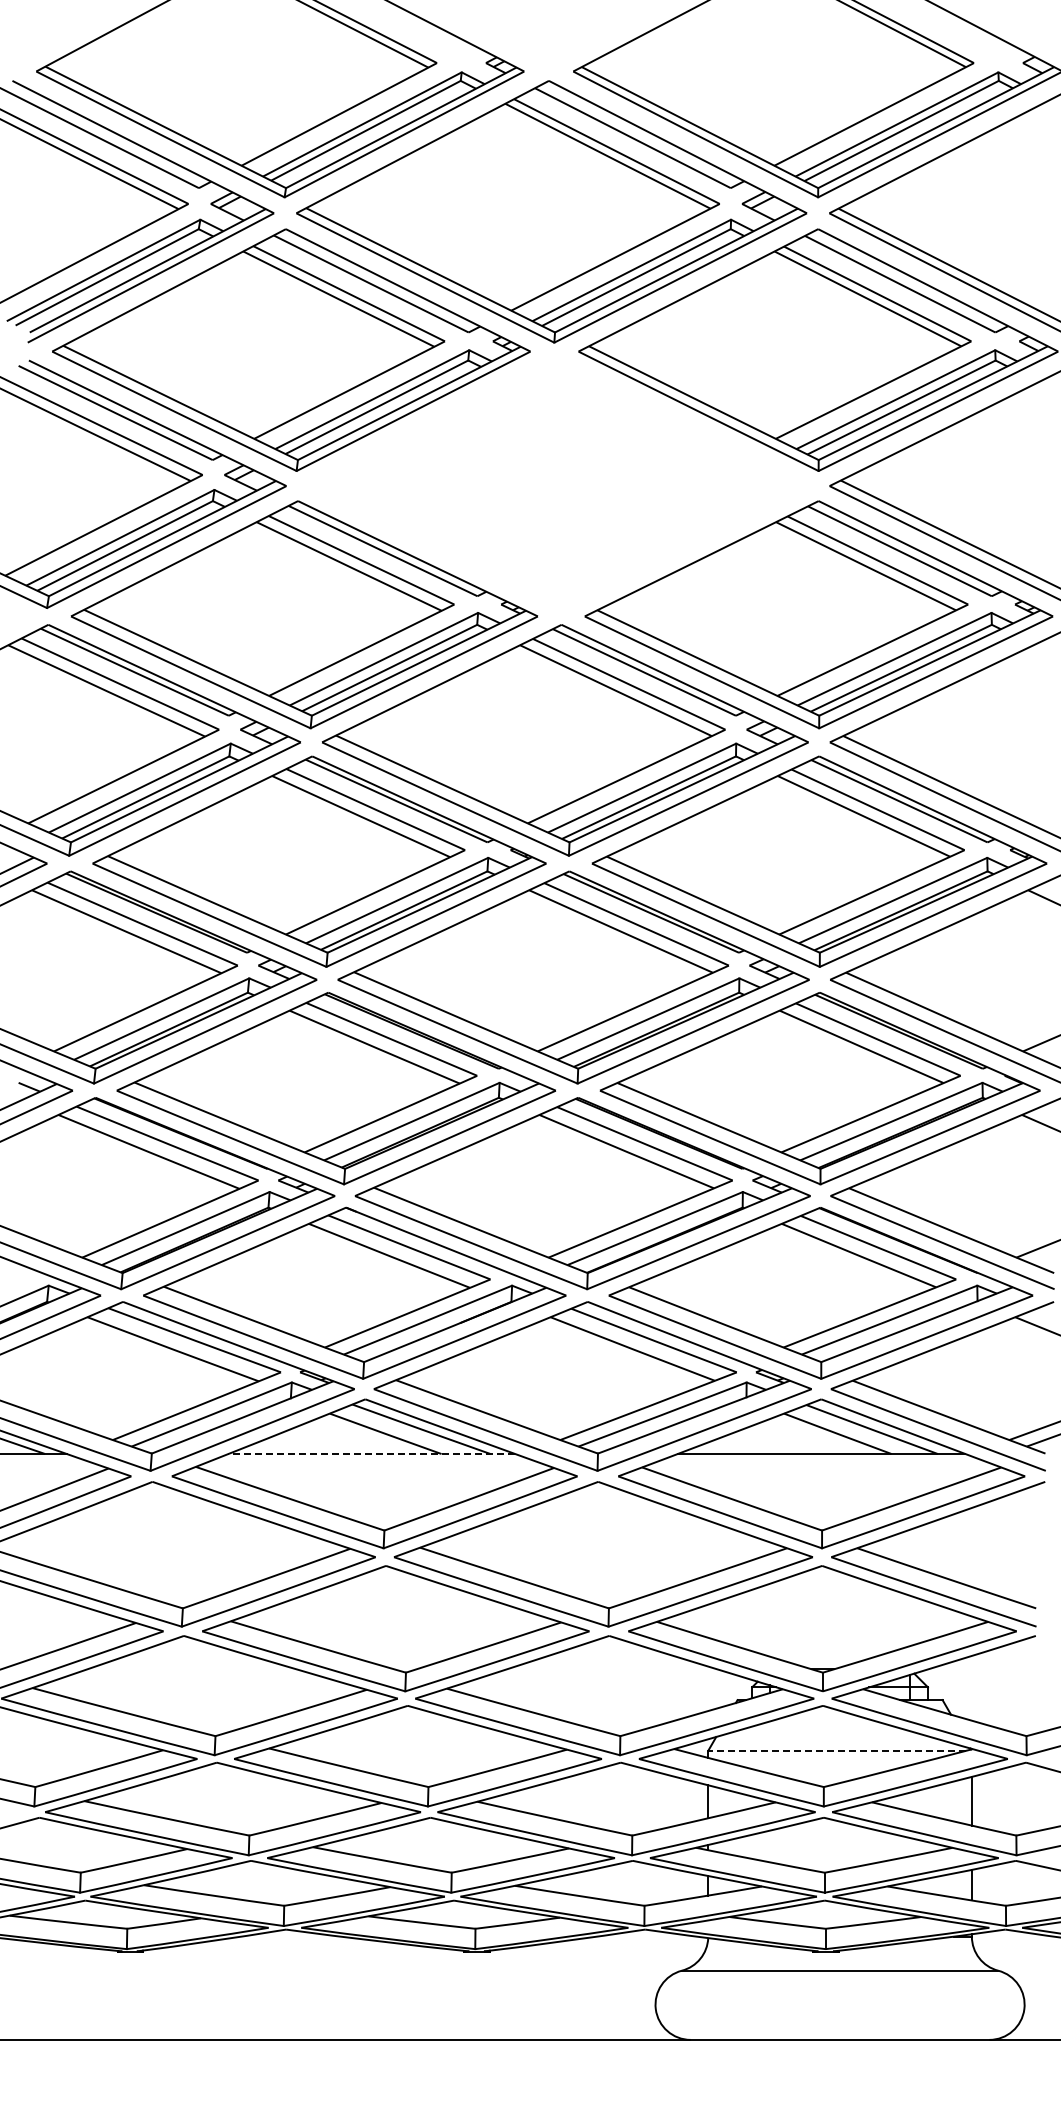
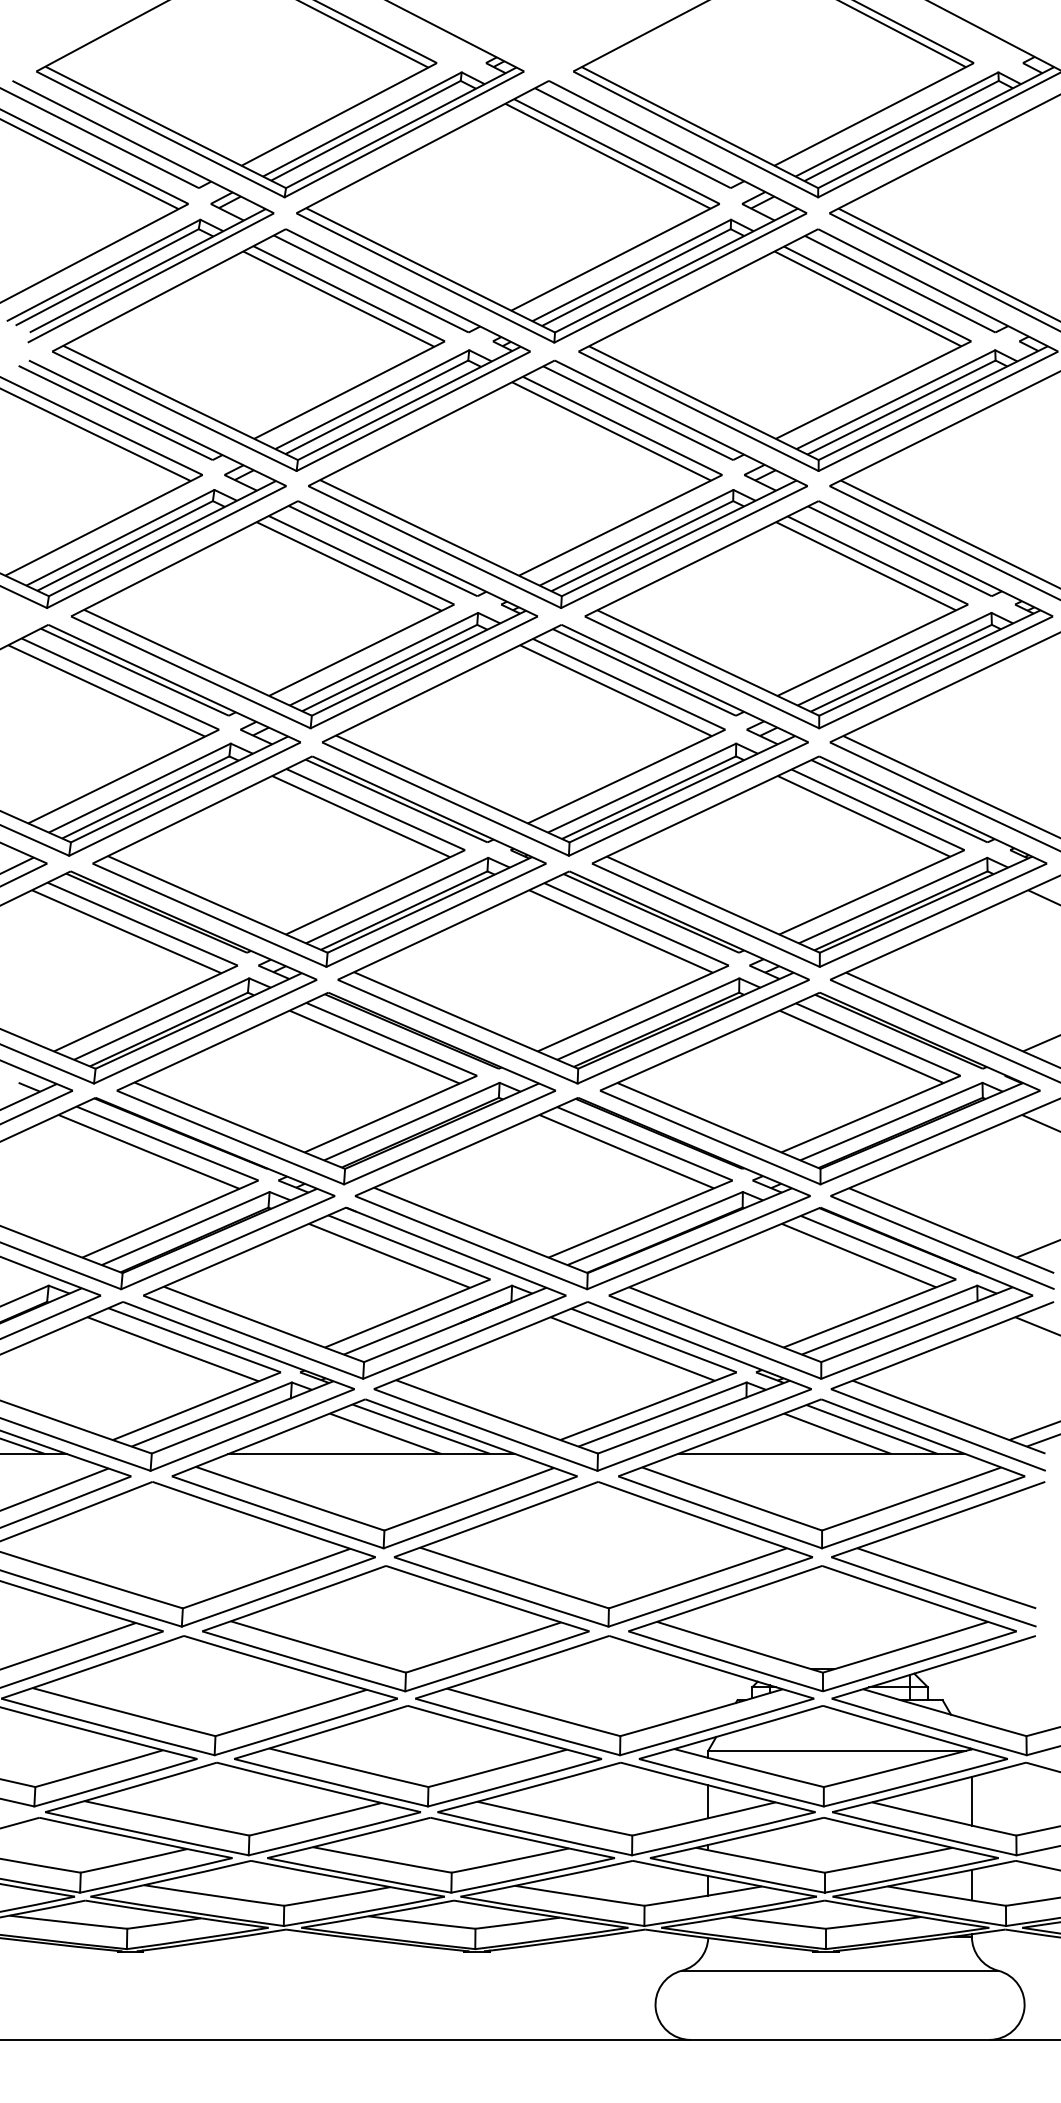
part at (557, 483): none -> present
line at (371, 1454): dashed -> solid
line at (837, 1750): dashed -> solid
